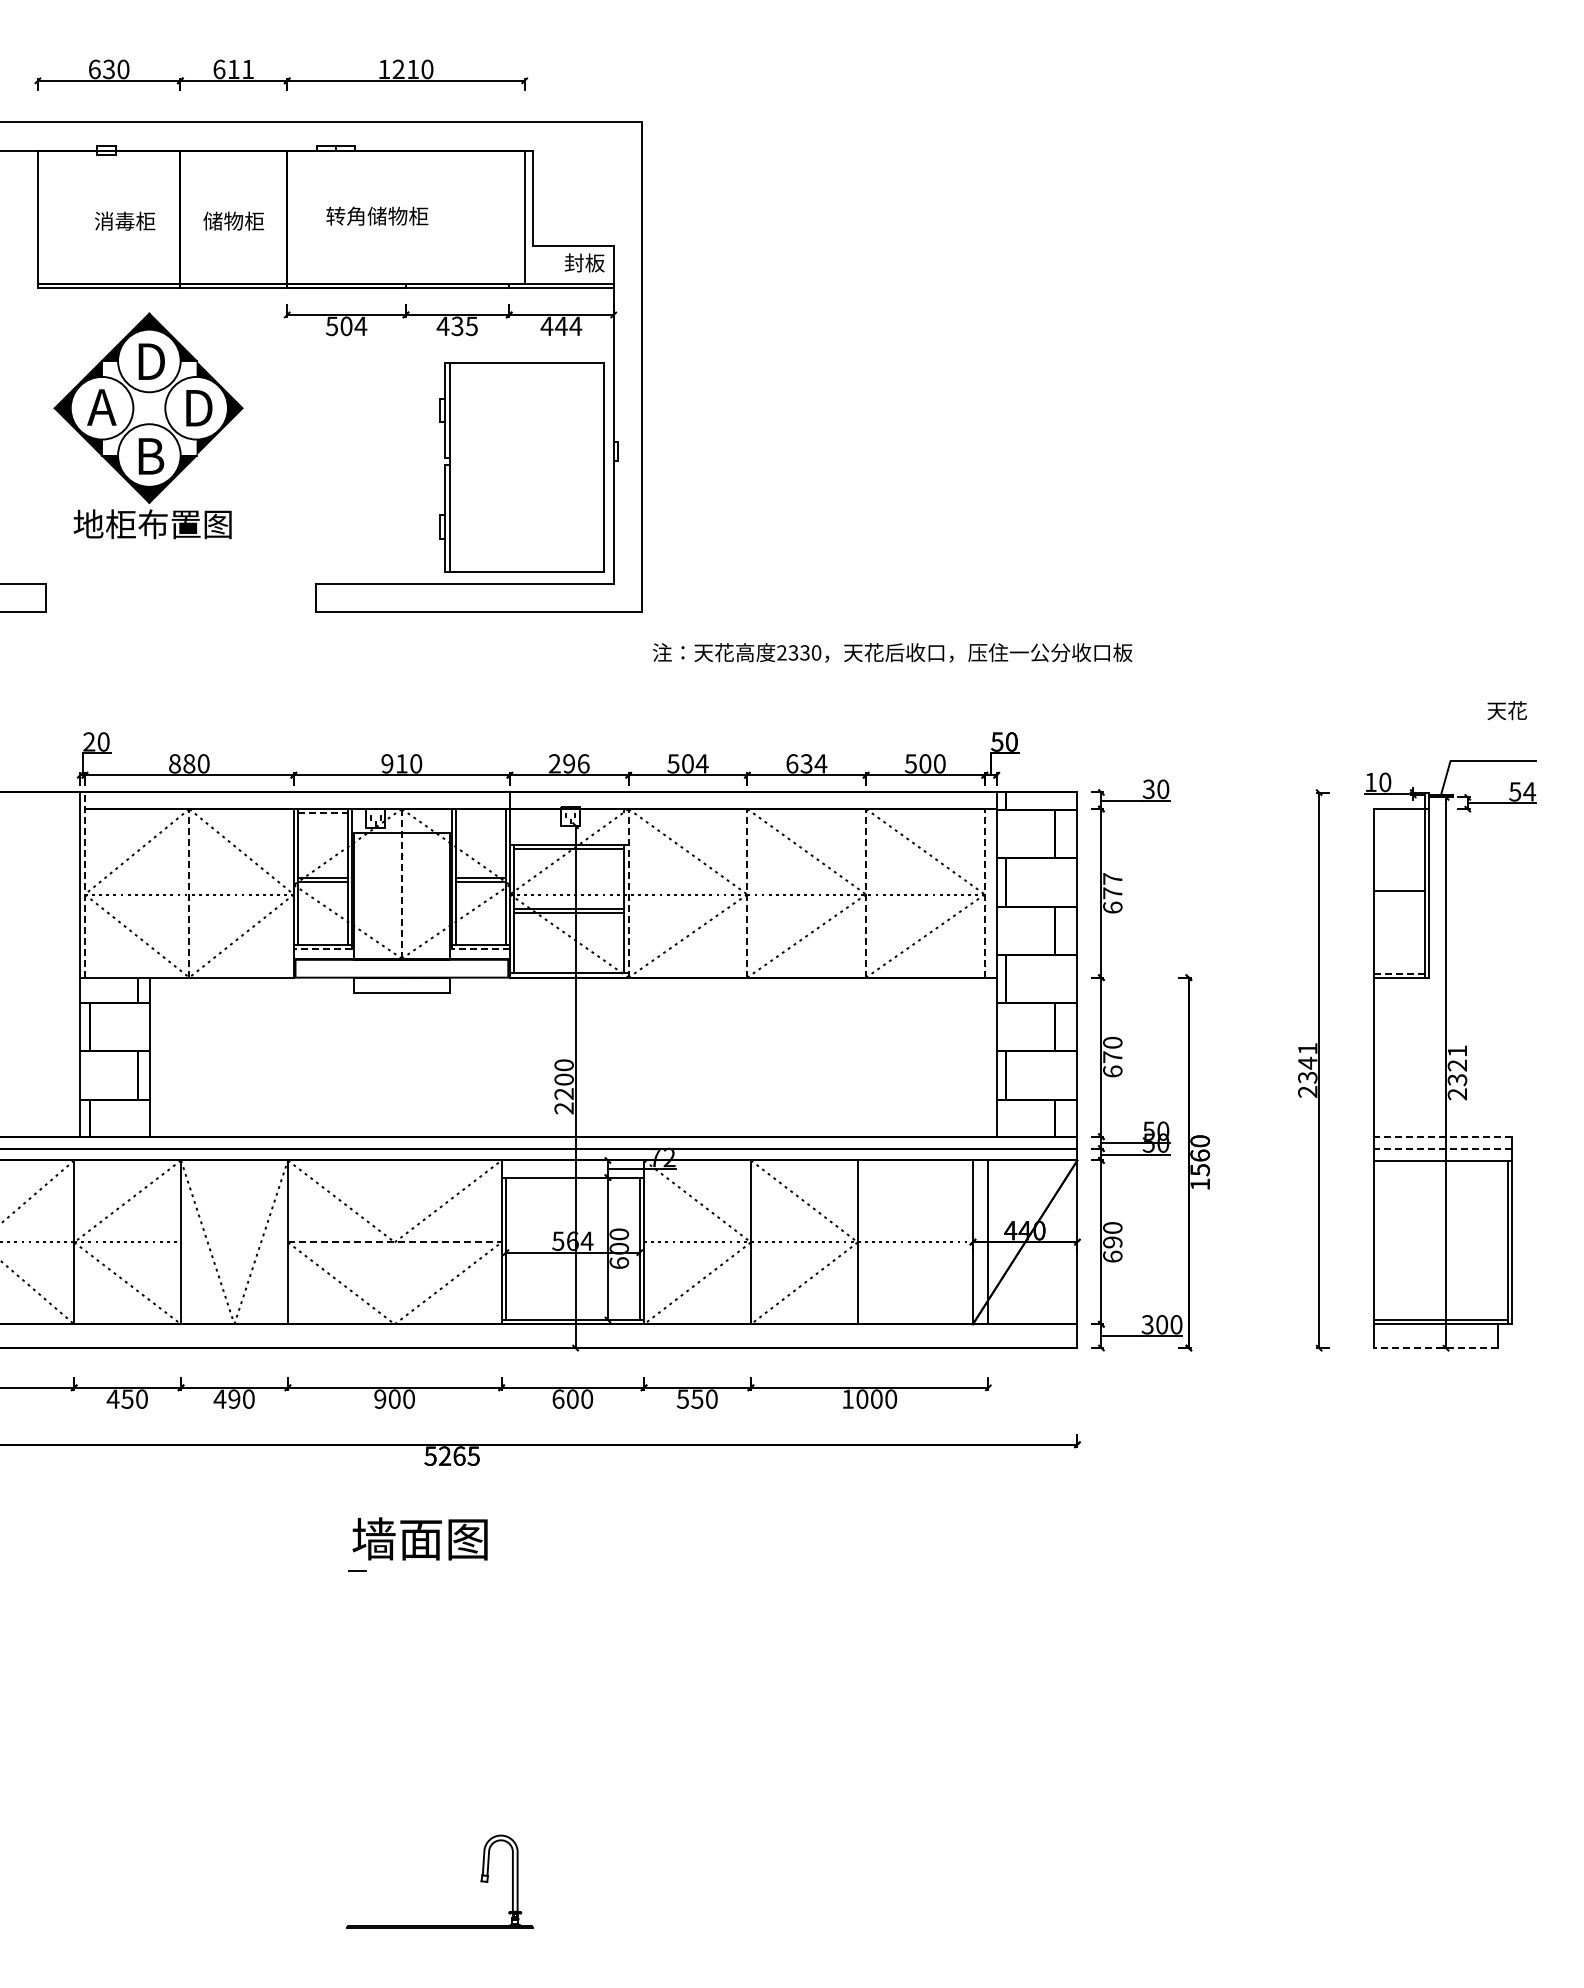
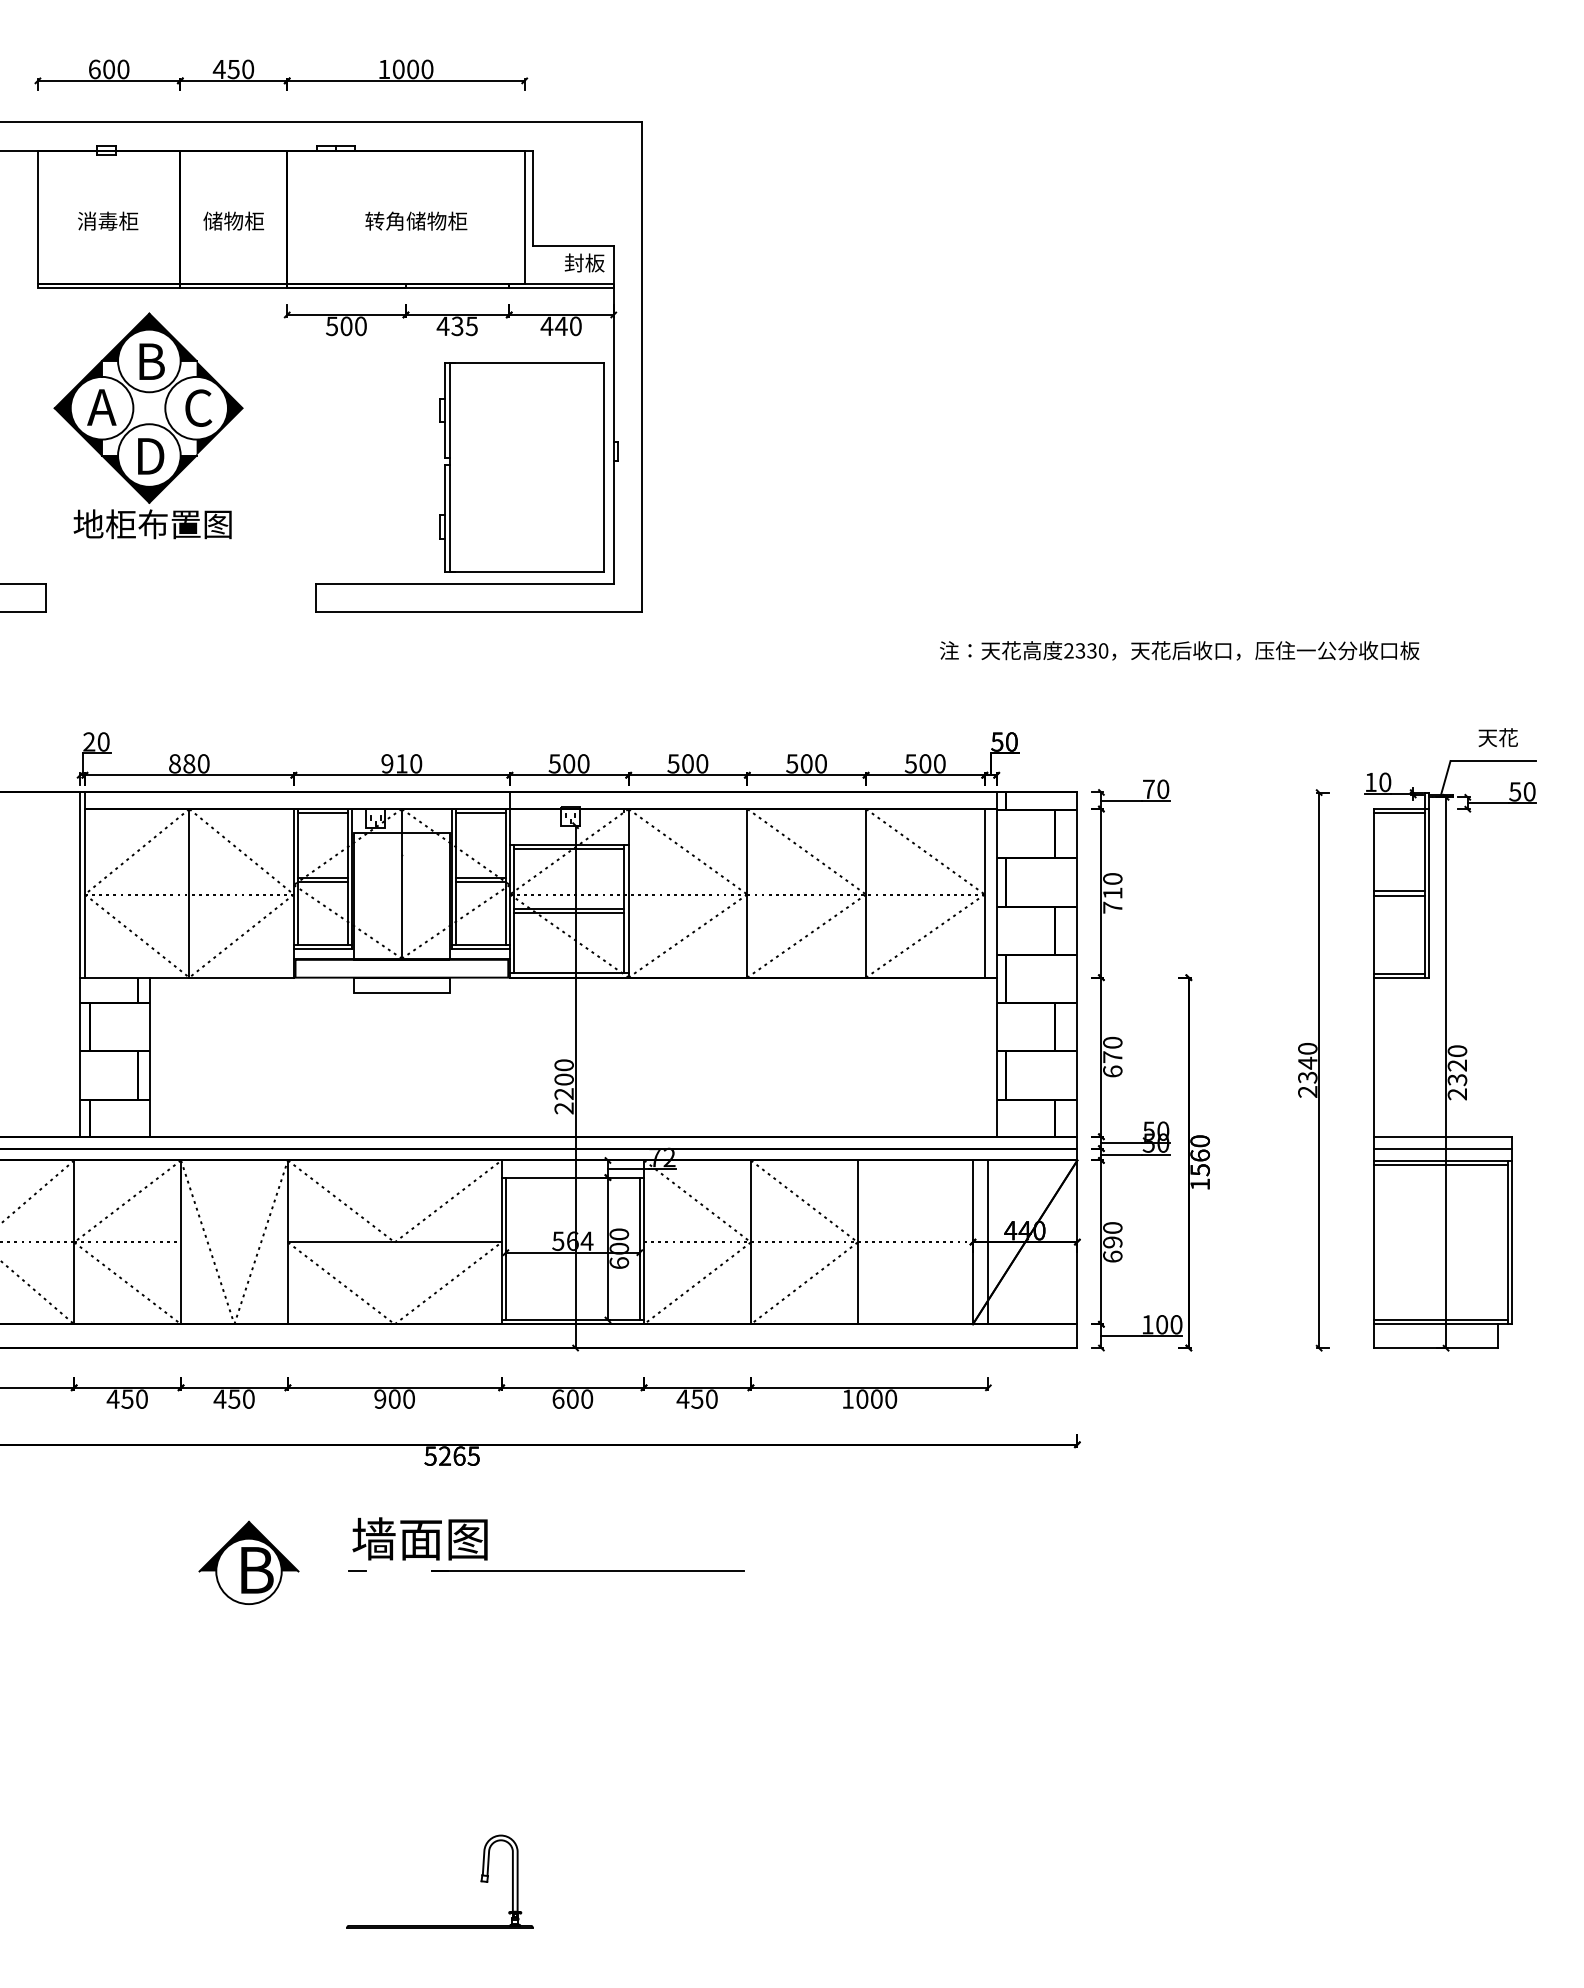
text at (108, 69): 630 -> 600
text at (233, 69): 611 -> 450
text at (405, 69): 1210 -> 1000
text at (377, 215) position: (377, 215) -> (416, 220)
text at (125, 220) position: (125, 220) -> (108, 220)
text at (360, 326): 504 -> 500
text at (575, 326): 444 -> 440
text at (151, 361): D -> B
text at (198, 407): D -> C
text at (151, 456): B -> D
text at (892, 652) position: (892, 652) -> (1179, 650)
text at (1506, 710) position: (1506, 710) -> (1497, 737)
text at (568, 763): 296 -> 500
text at (701, 763): 504 -> 500
text at (806, 763): 634 -> 500
text at (1148, 789): 30 -> 70
text at (1529, 791): 54 -> 50
line at (322, 813): dashed -> solid
line at (480, 813): none -> present
line at (1399, 813): none -> present
line at (401, 883): dashed -> solid
line at (84, 885): dashed -> solid
line at (189, 892): dashed -> solid
line at (628, 892): dashed -> solid
line at (747, 892): dashed -> solid
line at (866, 892): dashed -> solid
line at (984, 892): dashed -> solid
text at (1112, 893): 677 -> 710
line at (1399, 895): none -> present
line at (322, 949): dashed -> solid
line at (480, 949): dashed -> solid
line at (1398, 973): dashed -> solid
text at (1307, 1048): 2341 -> 2340
text at (1457, 1050): 2321 -> 2320
line at (1443, 1136): dashed -> solid
line at (1443, 1148): dashed -> solid
line at (1440, 1164): none -> present
line at (394, 1242): dashed -> solid
text at (1147, 1324): 300 -> 100
line at (1436, 1348): dashed -> solid
text at (234, 1398): 490 -> 450
text at (682, 1398): 550 -> 450
part at (248, 1562): none -> present
line at (587, 1570): none -> present
